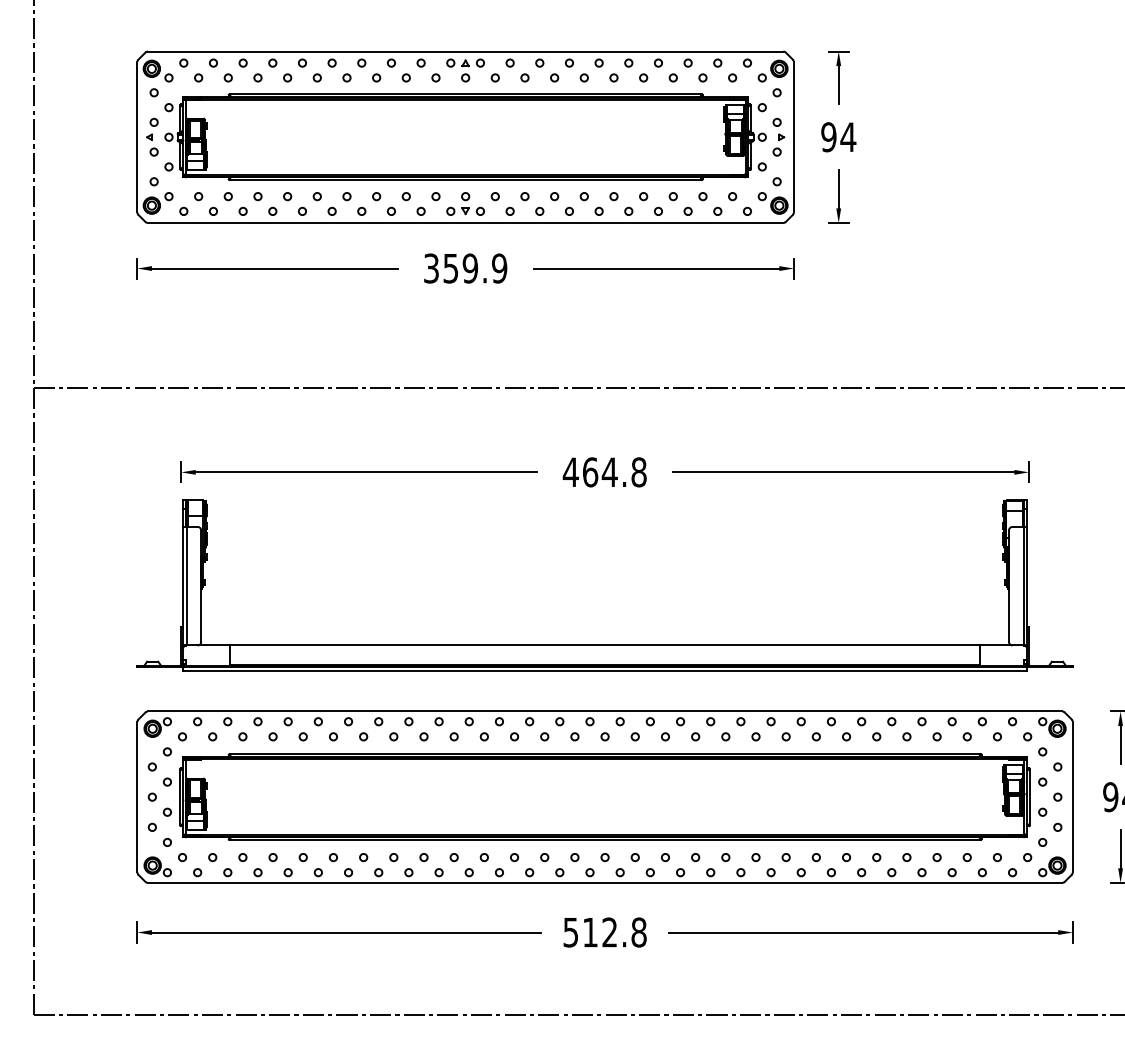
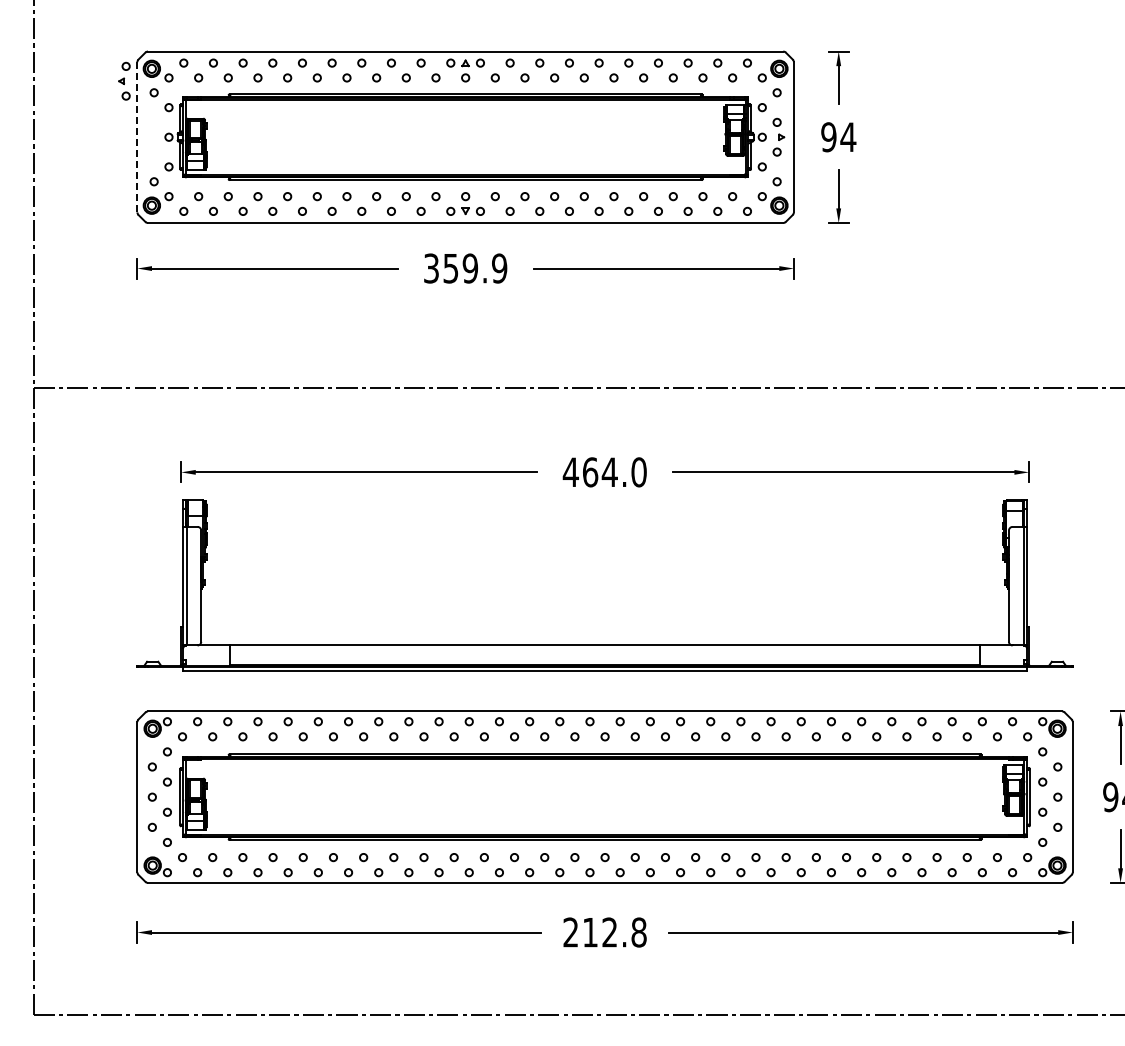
part at (152, 136) position: (152, 136) -> (124, 80)
line at (137, 137): solid -> dashed
text at (638, 472): 464.8 -> 464.0
text at (570, 932): 512.8 -> 212.8
